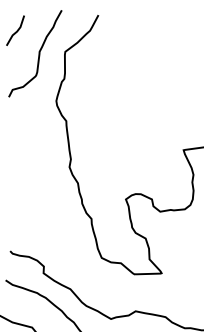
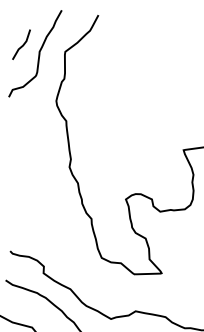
line at (16, 30) position: (16, 30) -> (22, 44)
